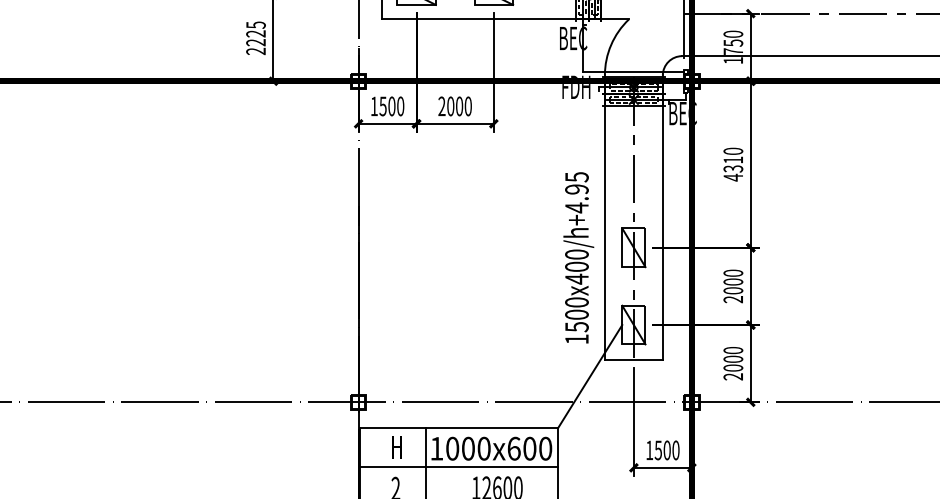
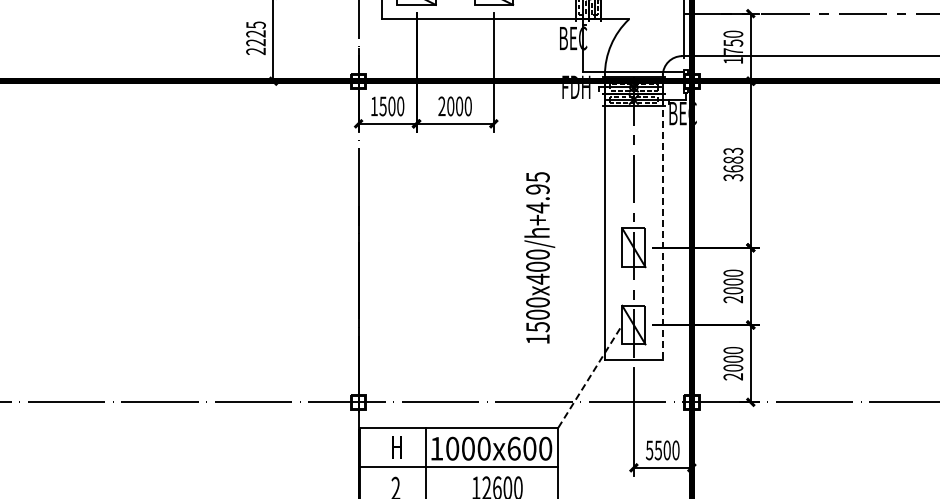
text at (733, 164): 4310 -> 3683
line at (662, 219): solid -> dashed
text at (578, 257) position: (578, 257) -> (539, 257)
line at (590, 375): solid -> dashed
text at (649, 450): 1500 -> 5500
